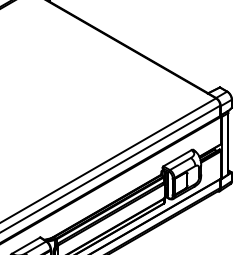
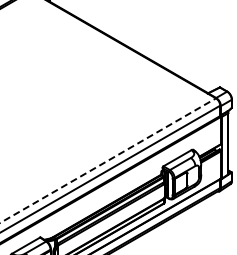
line at (108, 160): solid -> dashed
